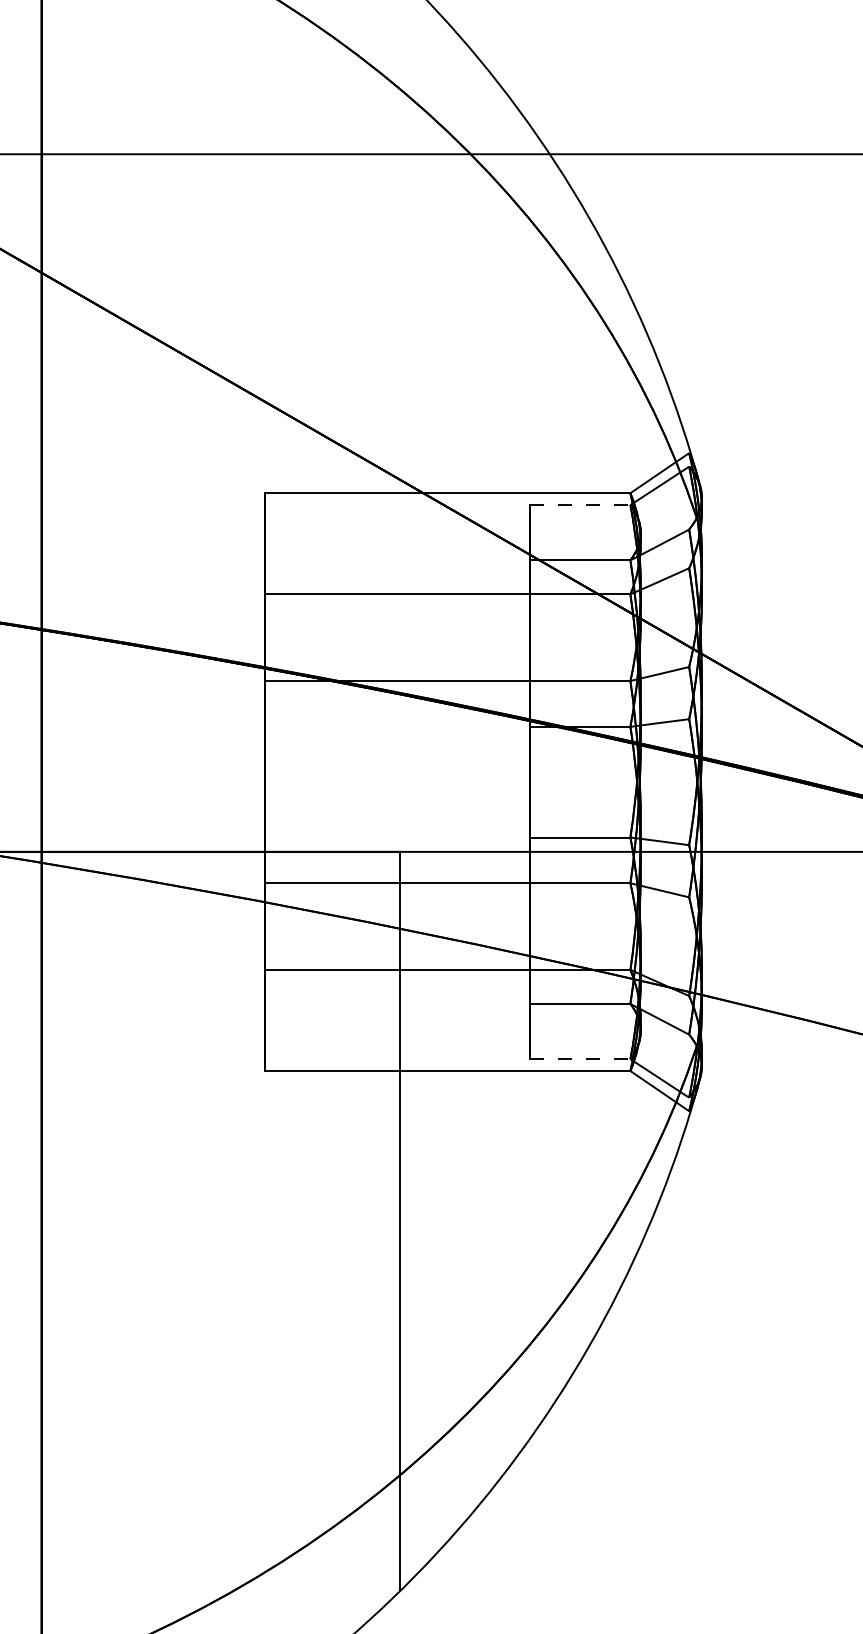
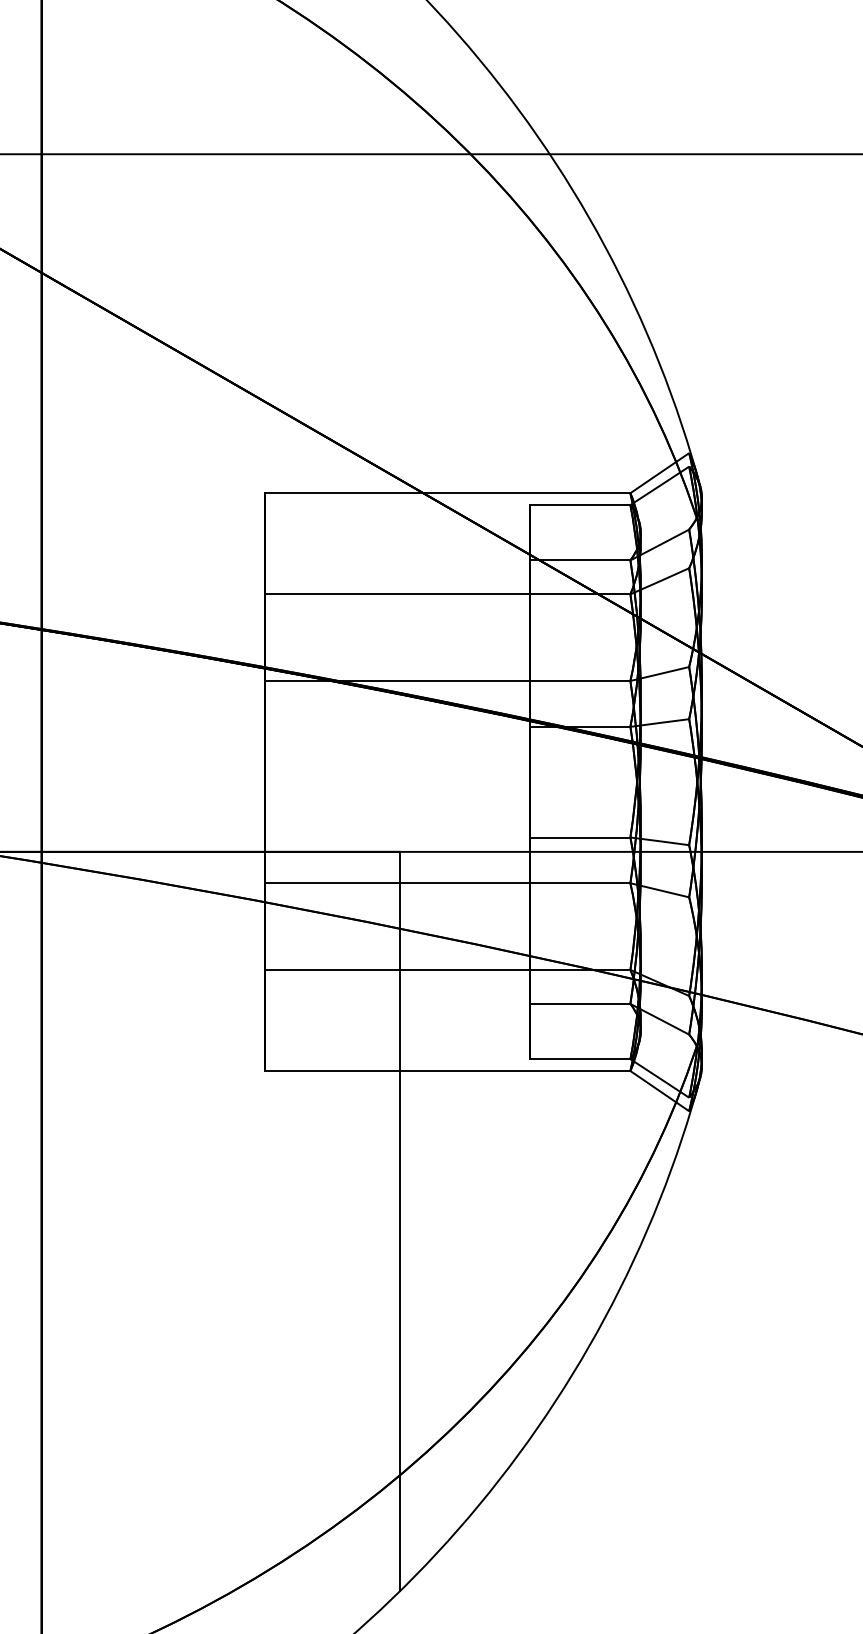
line at (580, 505): dashed -> solid
line at (580, 1059): dashed -> solid
